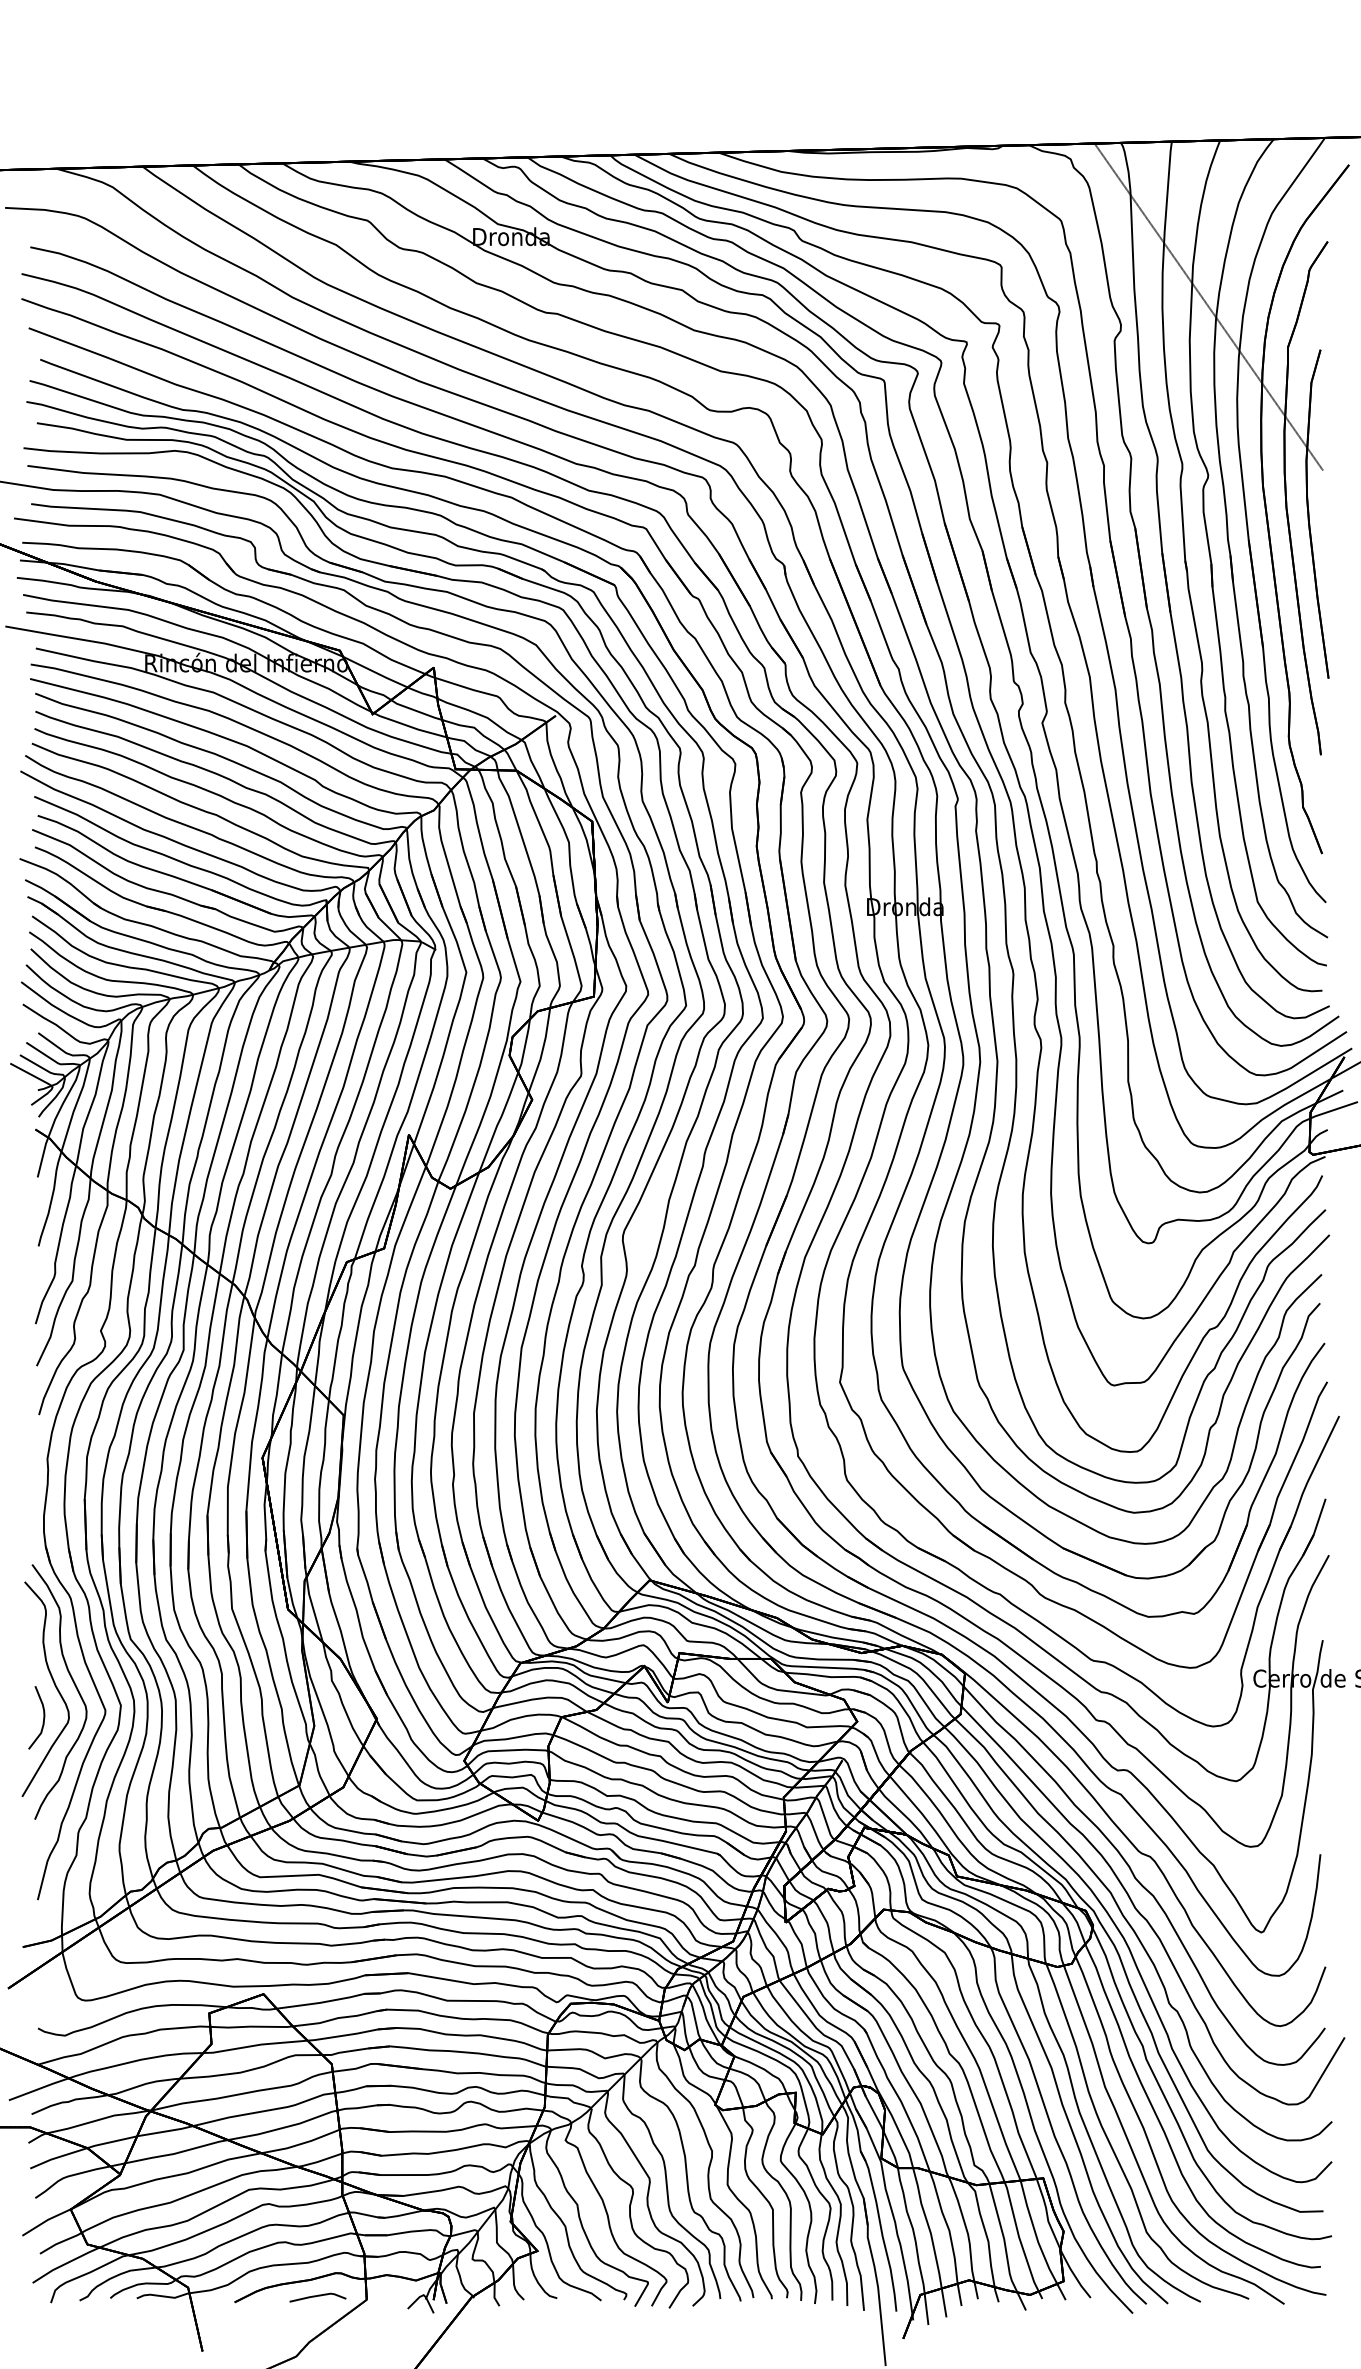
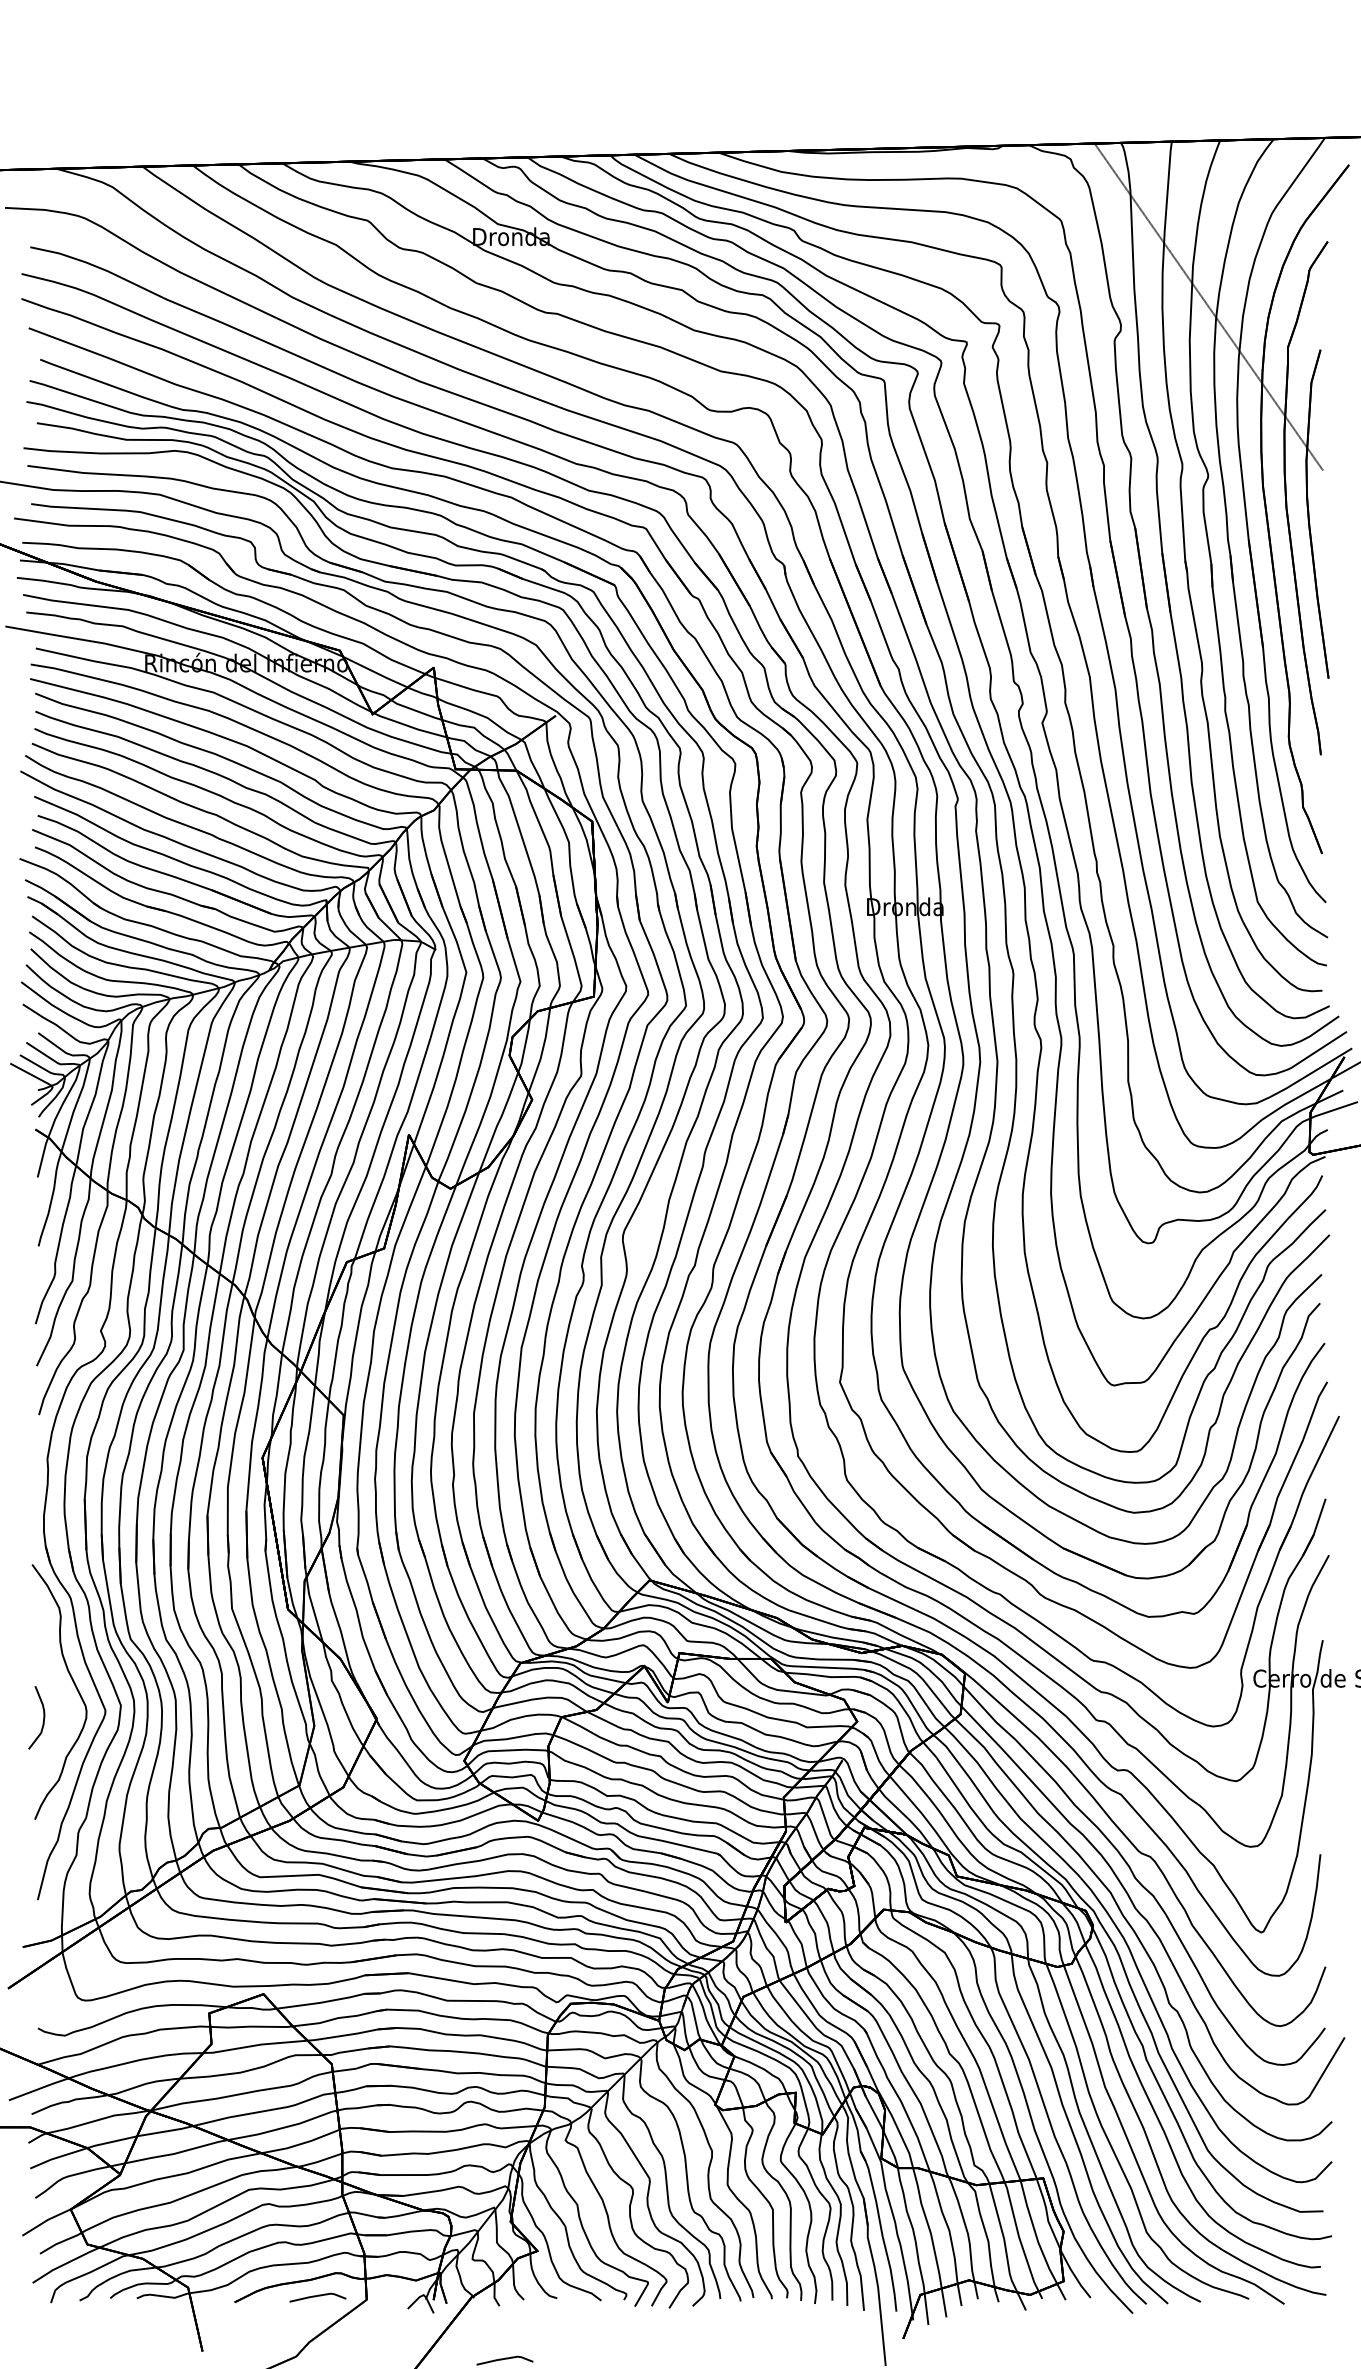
curve at (53, 1683): present -> none
line at (504, 2359): none -> present
